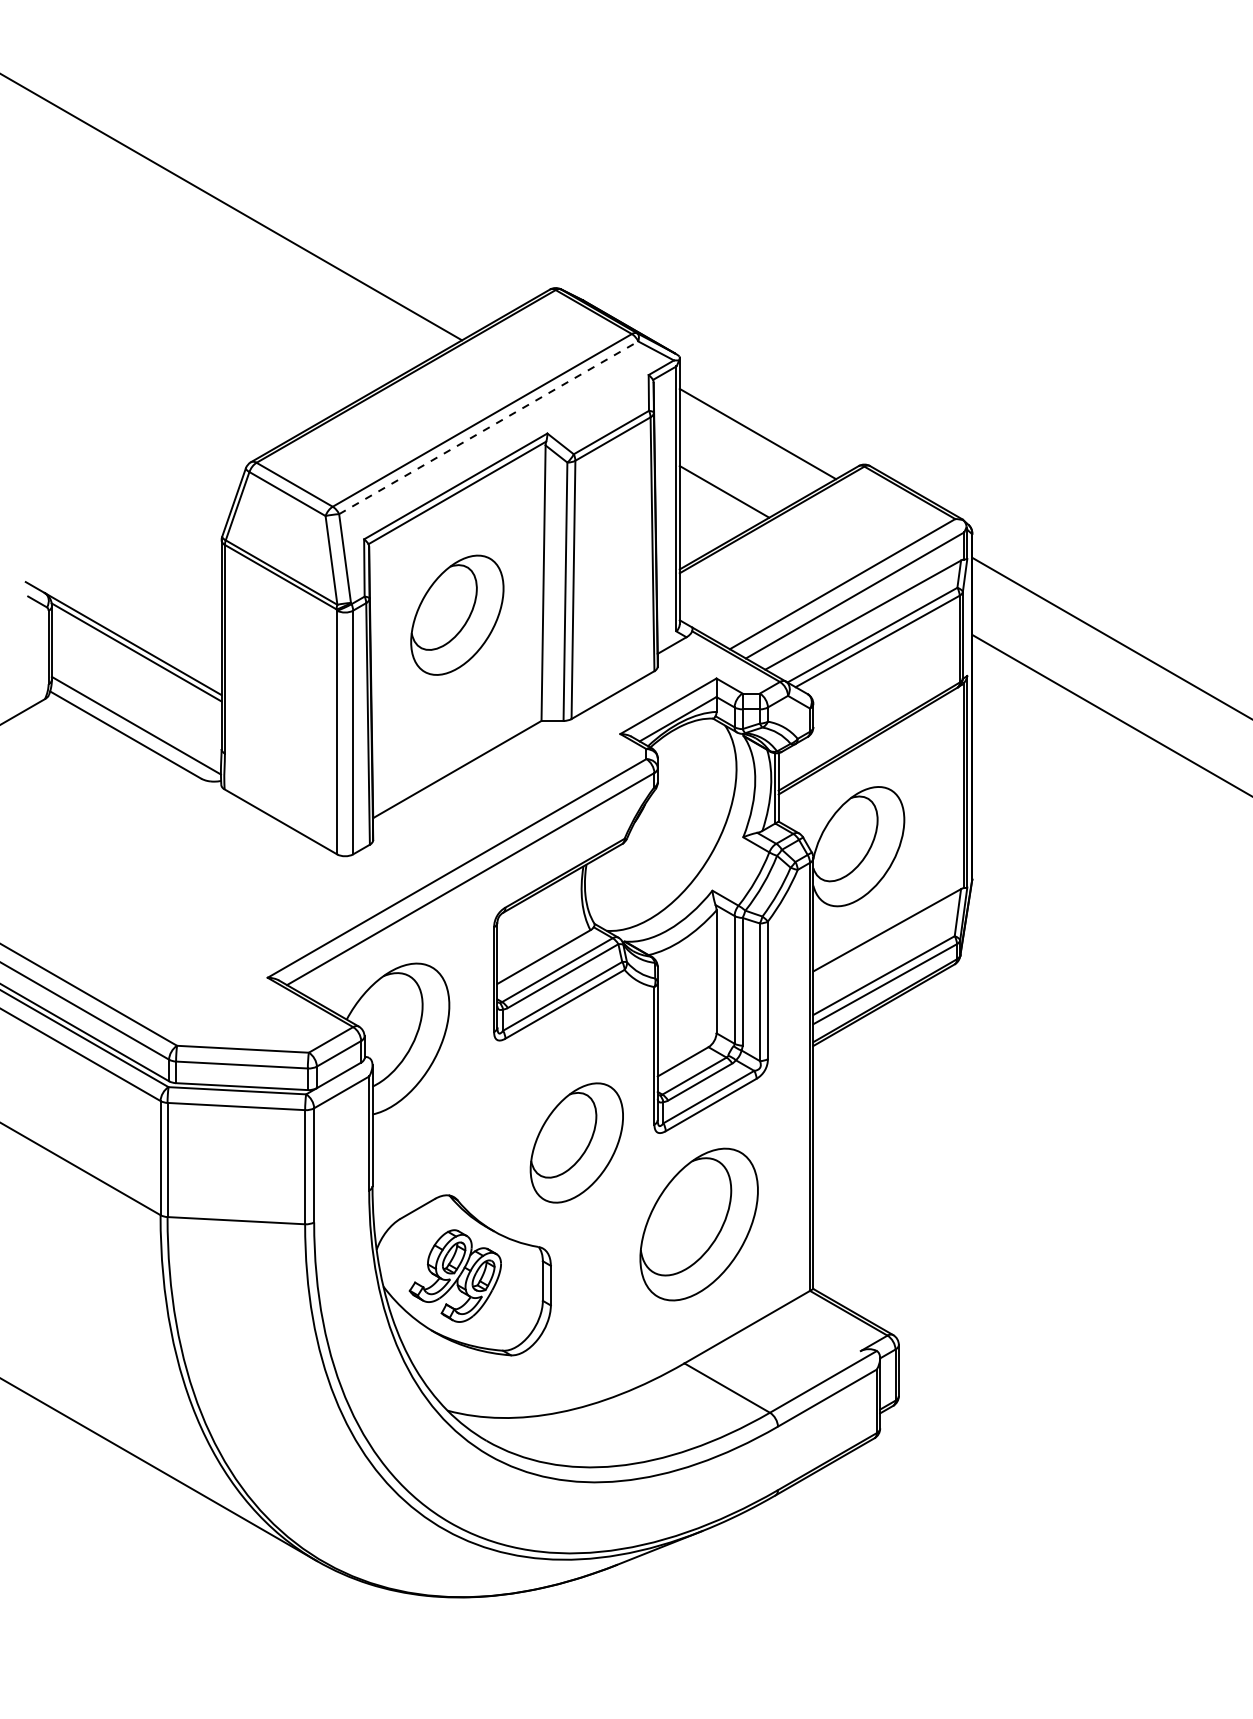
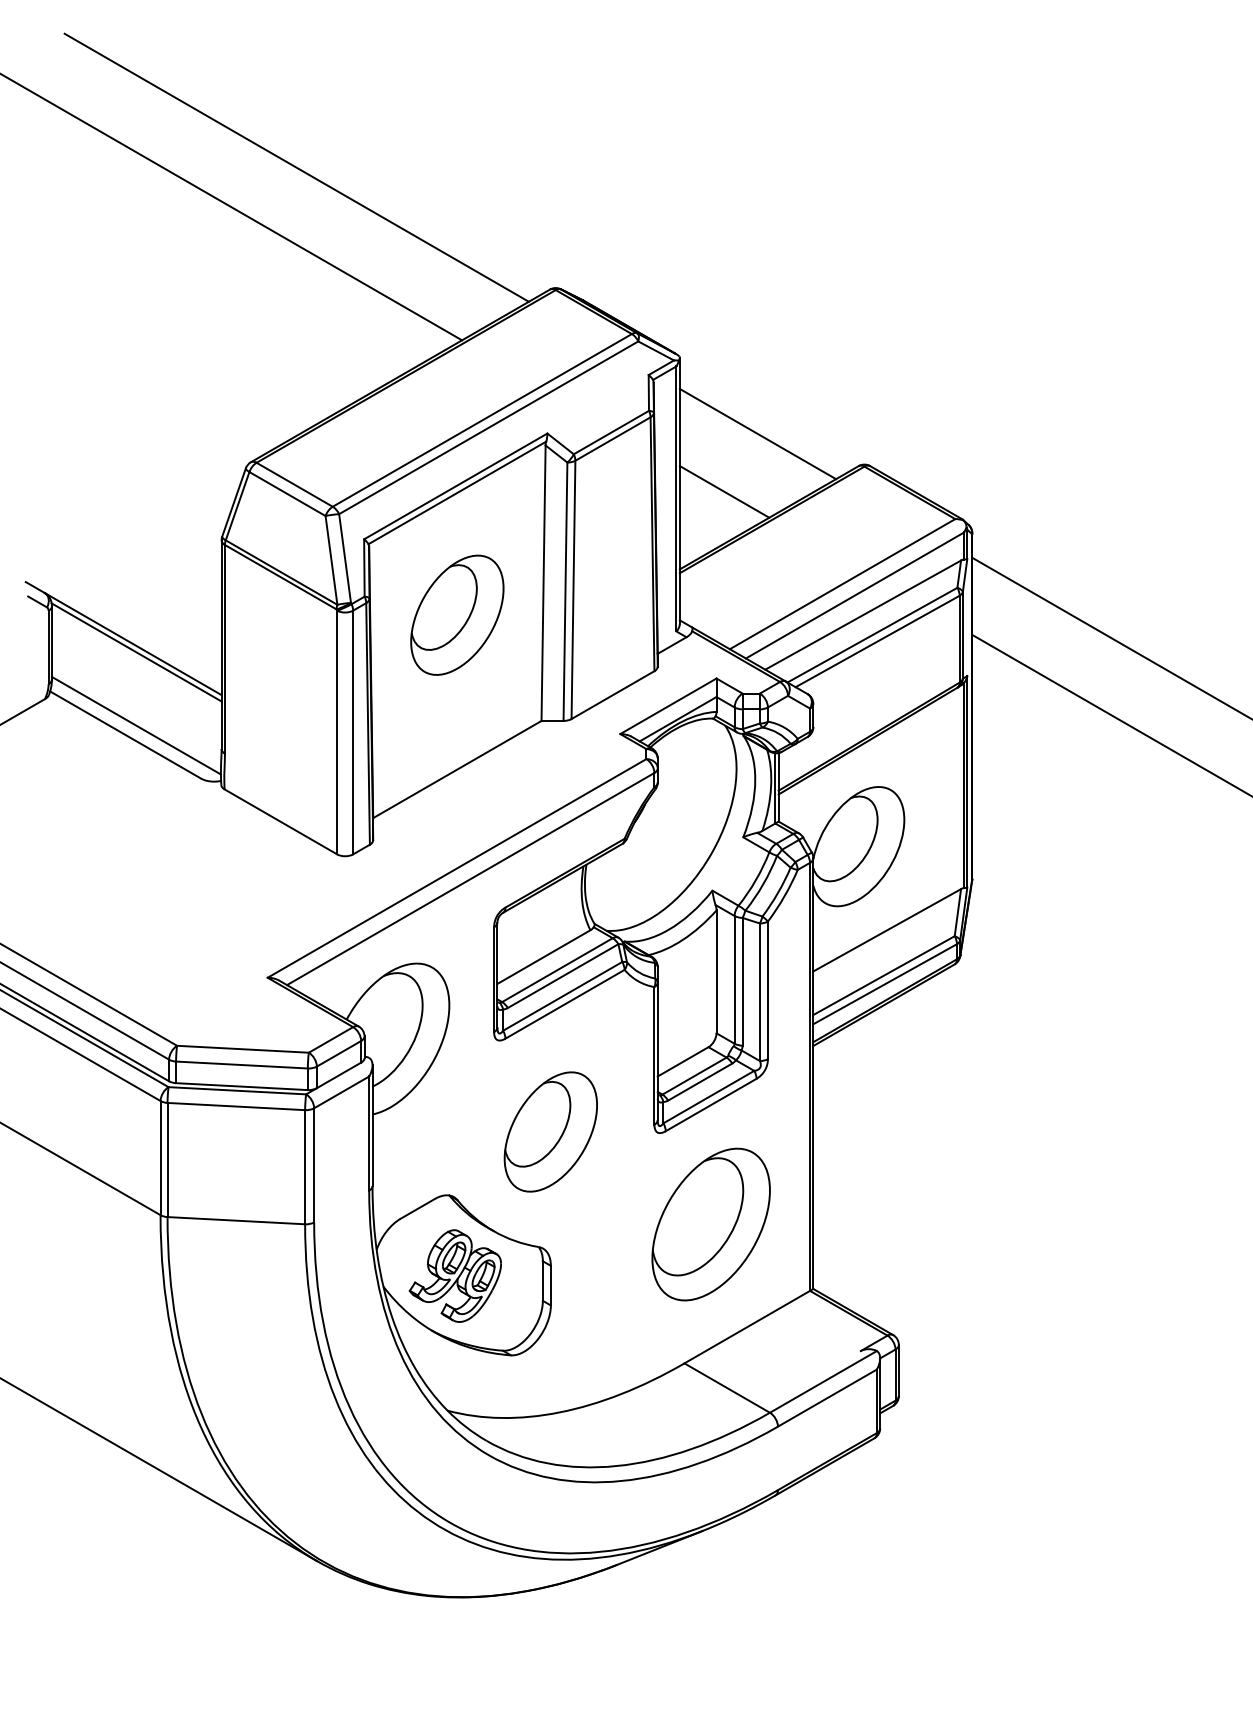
line at (296, 167): none -> present
line at (488, 427): dashed -> solid
part at (576, 1142) position: (576, 1142) -> (550, 1131)
part at (698, 1224) position: (698, 1224) -> (710, 1224)
